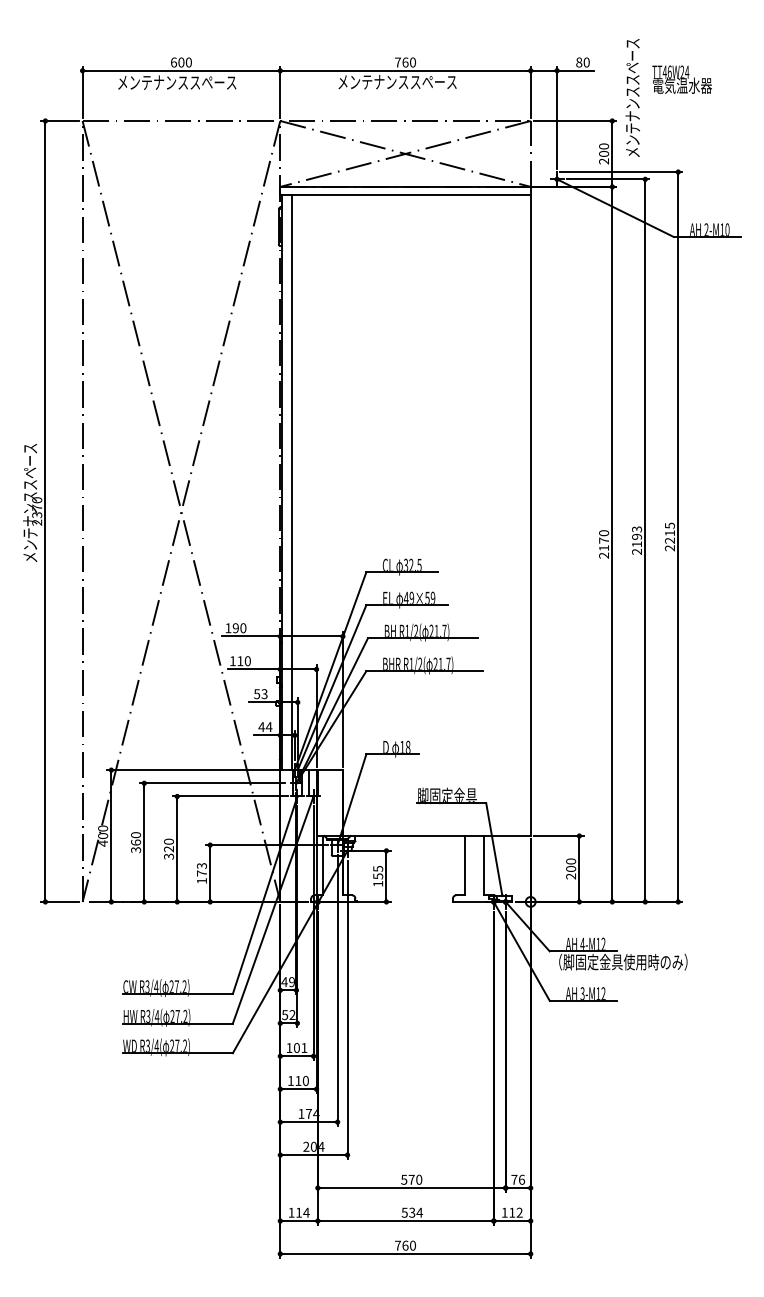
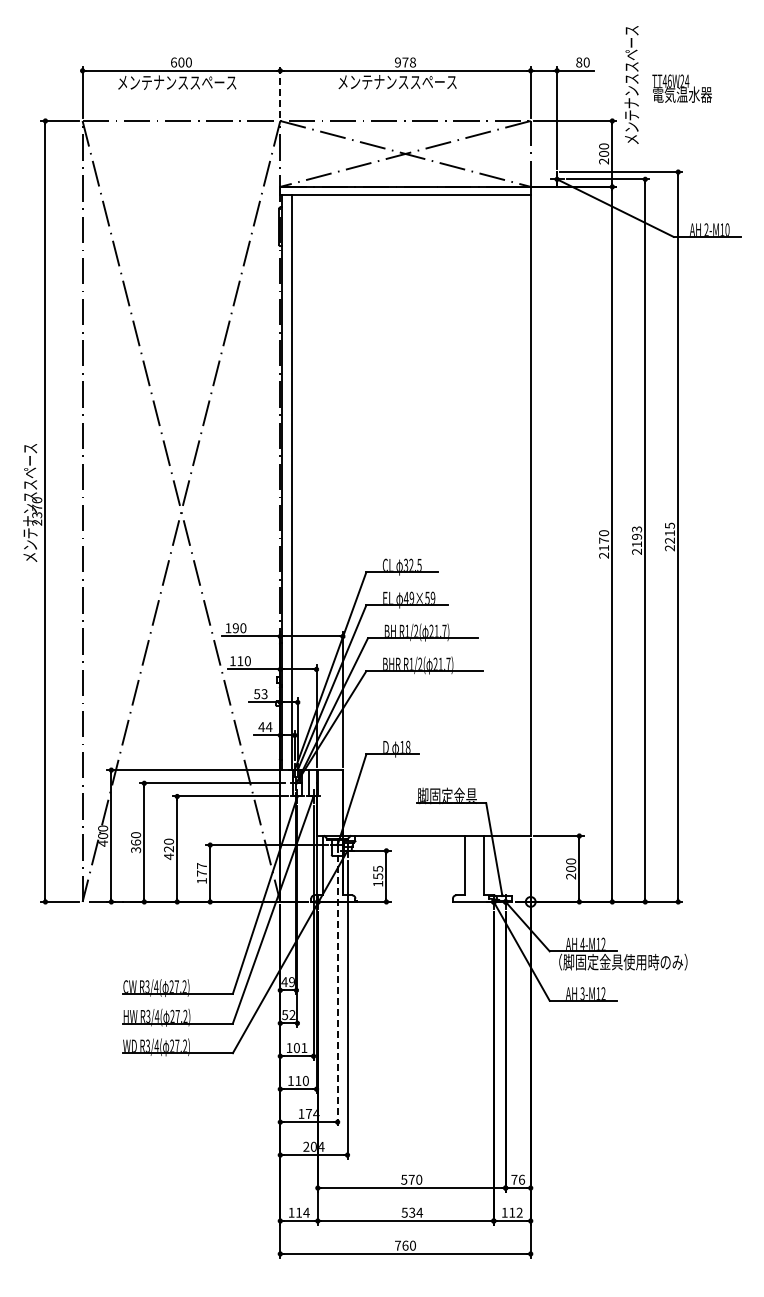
text at (405, 62): 760 -> 978
text at (681, 79) position: (681, 79) -> (681, 88)
line at (280, 92): solid -> dashed
text at (632, 97) position: (632, 97) -> (631, 84)
text at (169, 856): 320 -> 420
text at (201, 866): 173 -> 177
line at (337, 990): solid -> dashed
